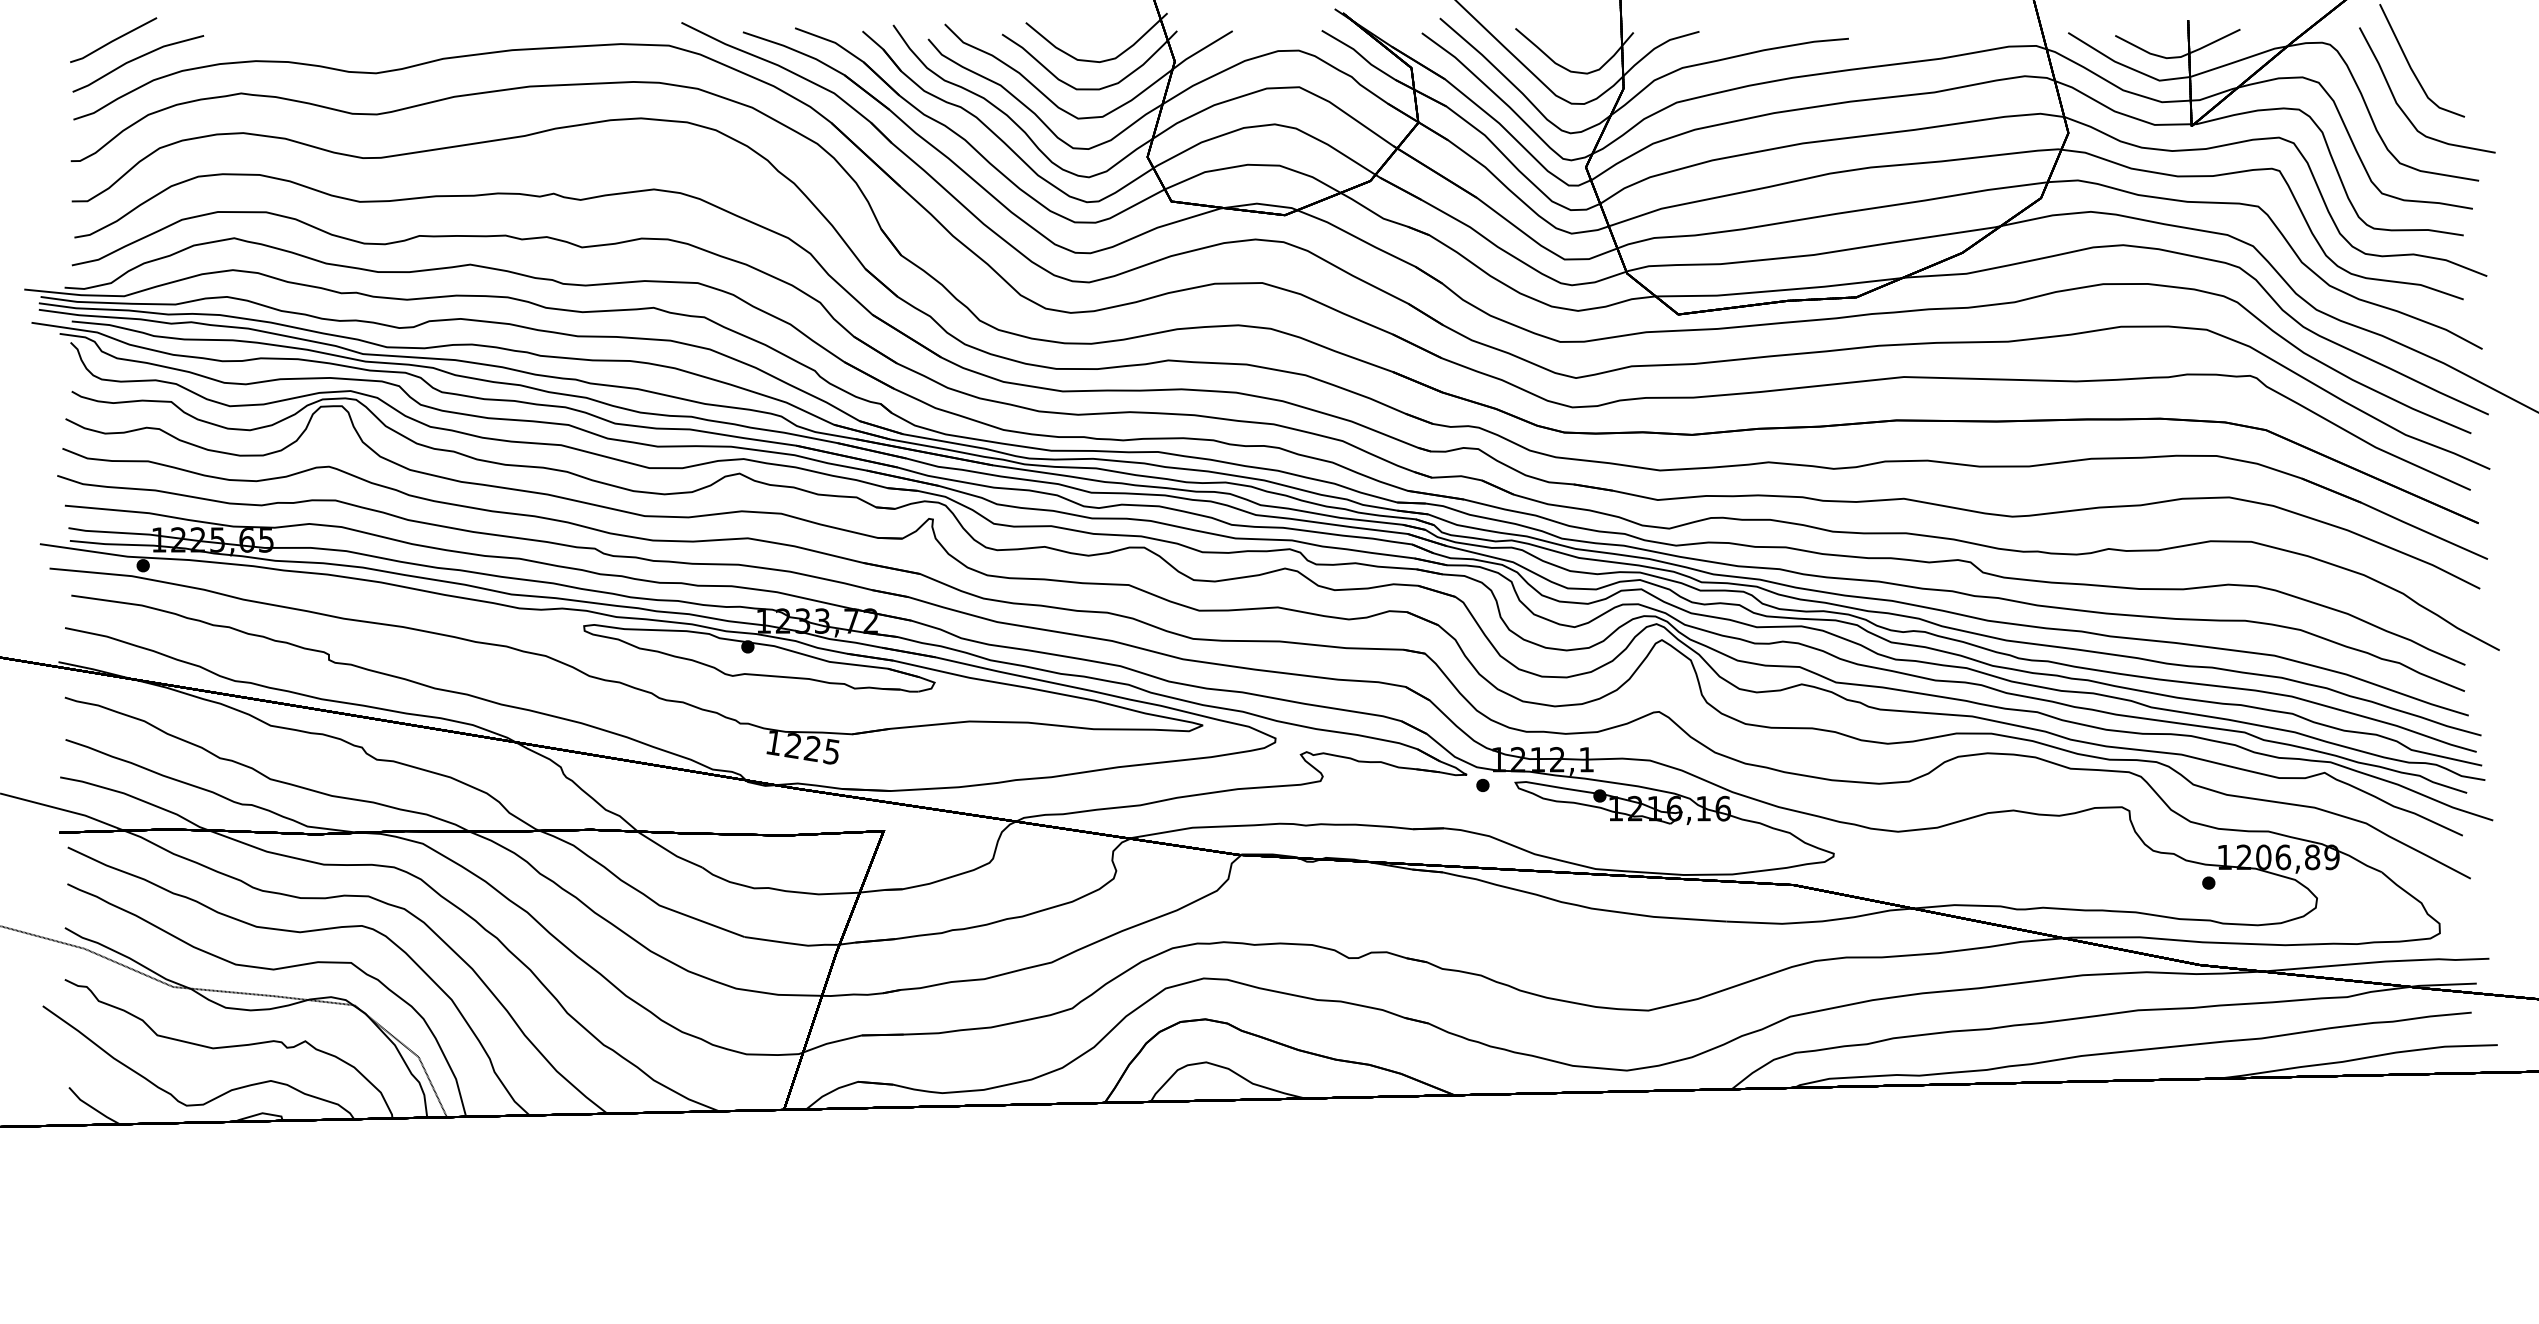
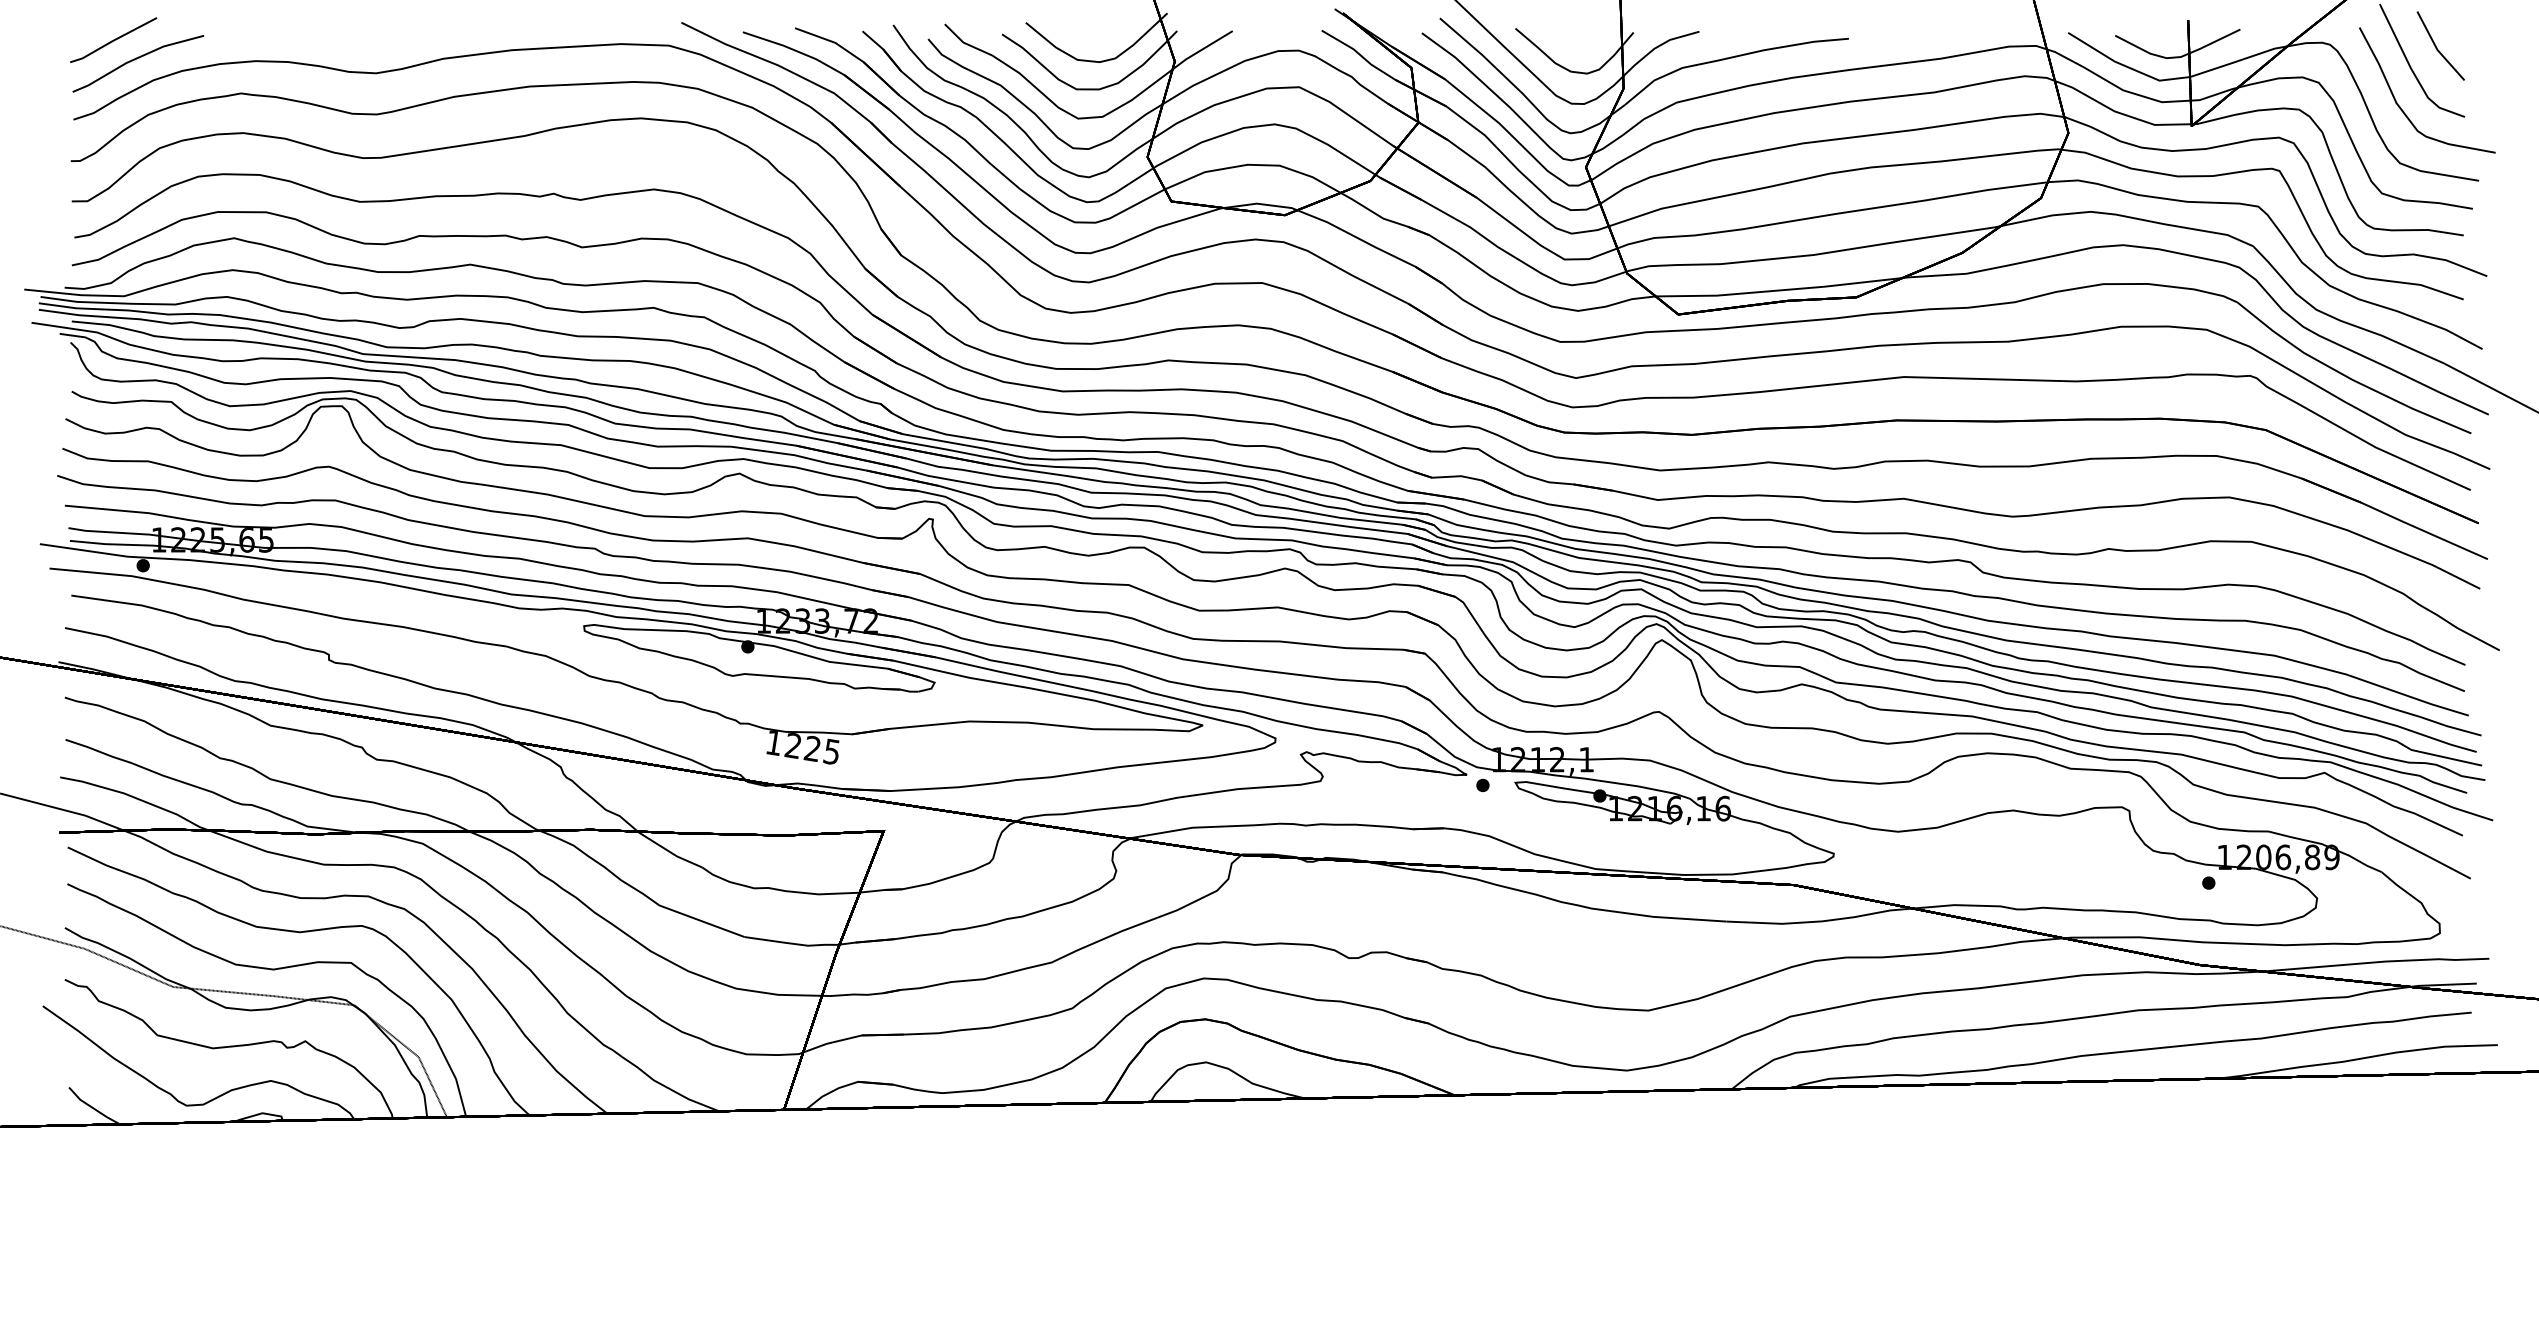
line at (2437, 47): none -> present
